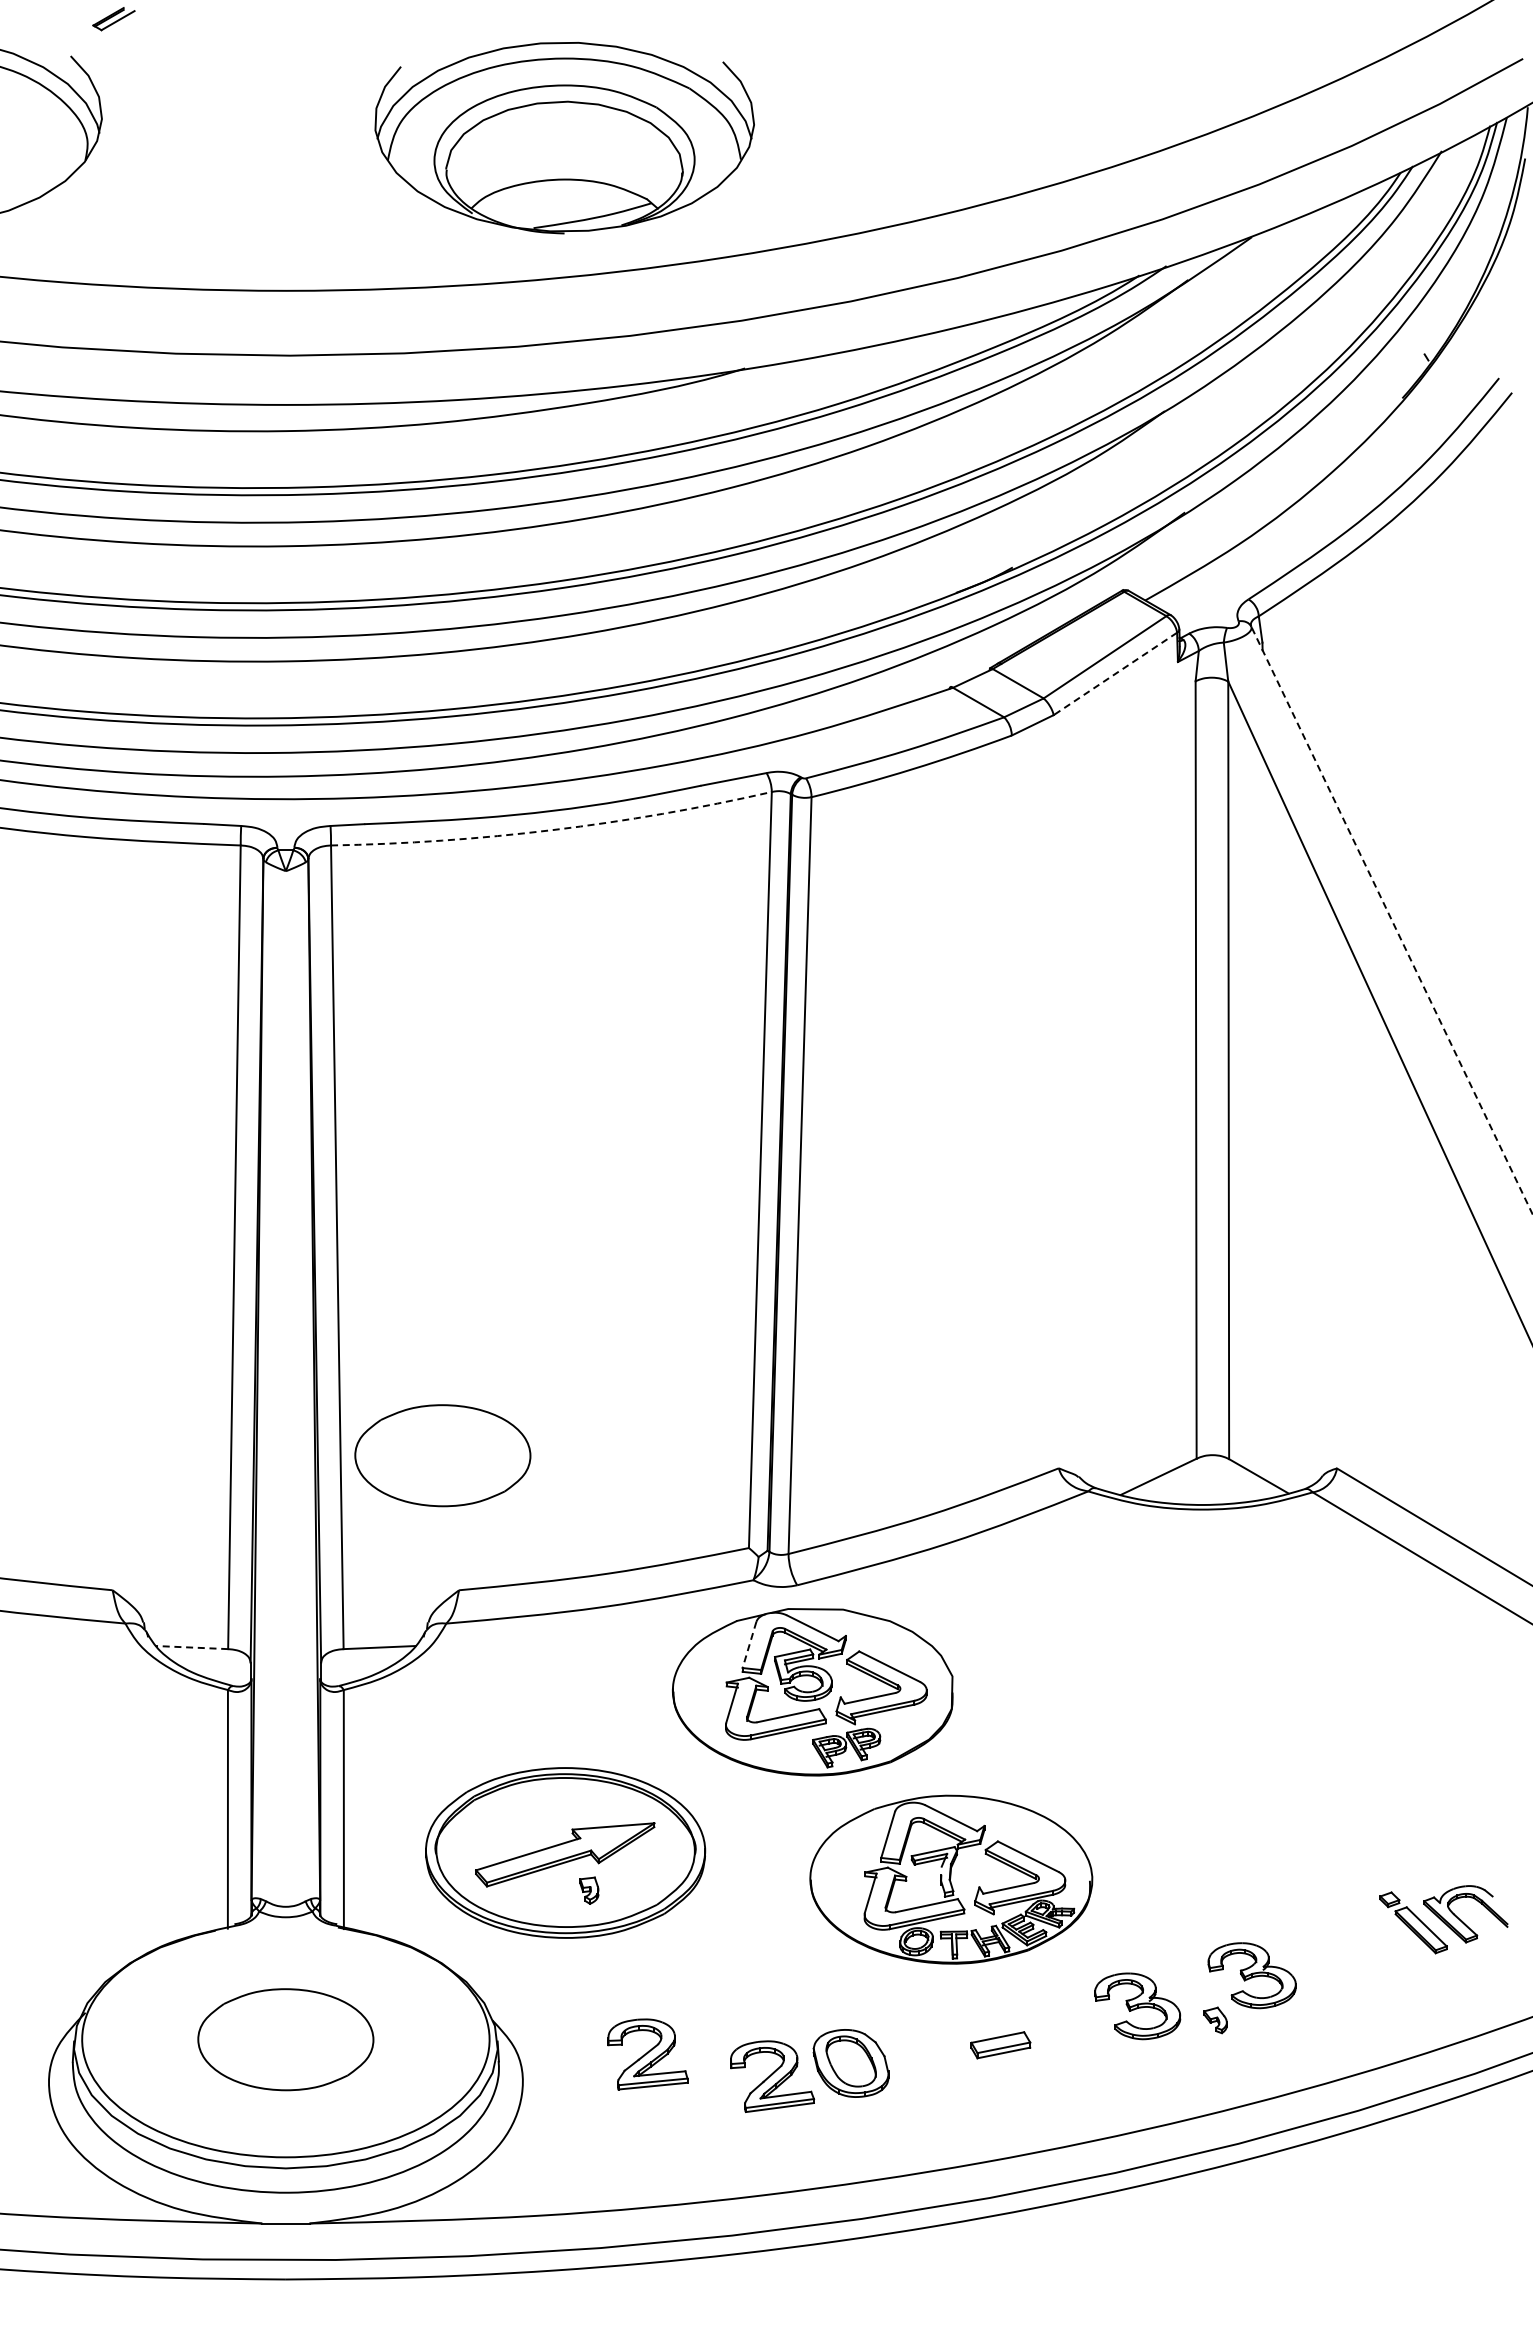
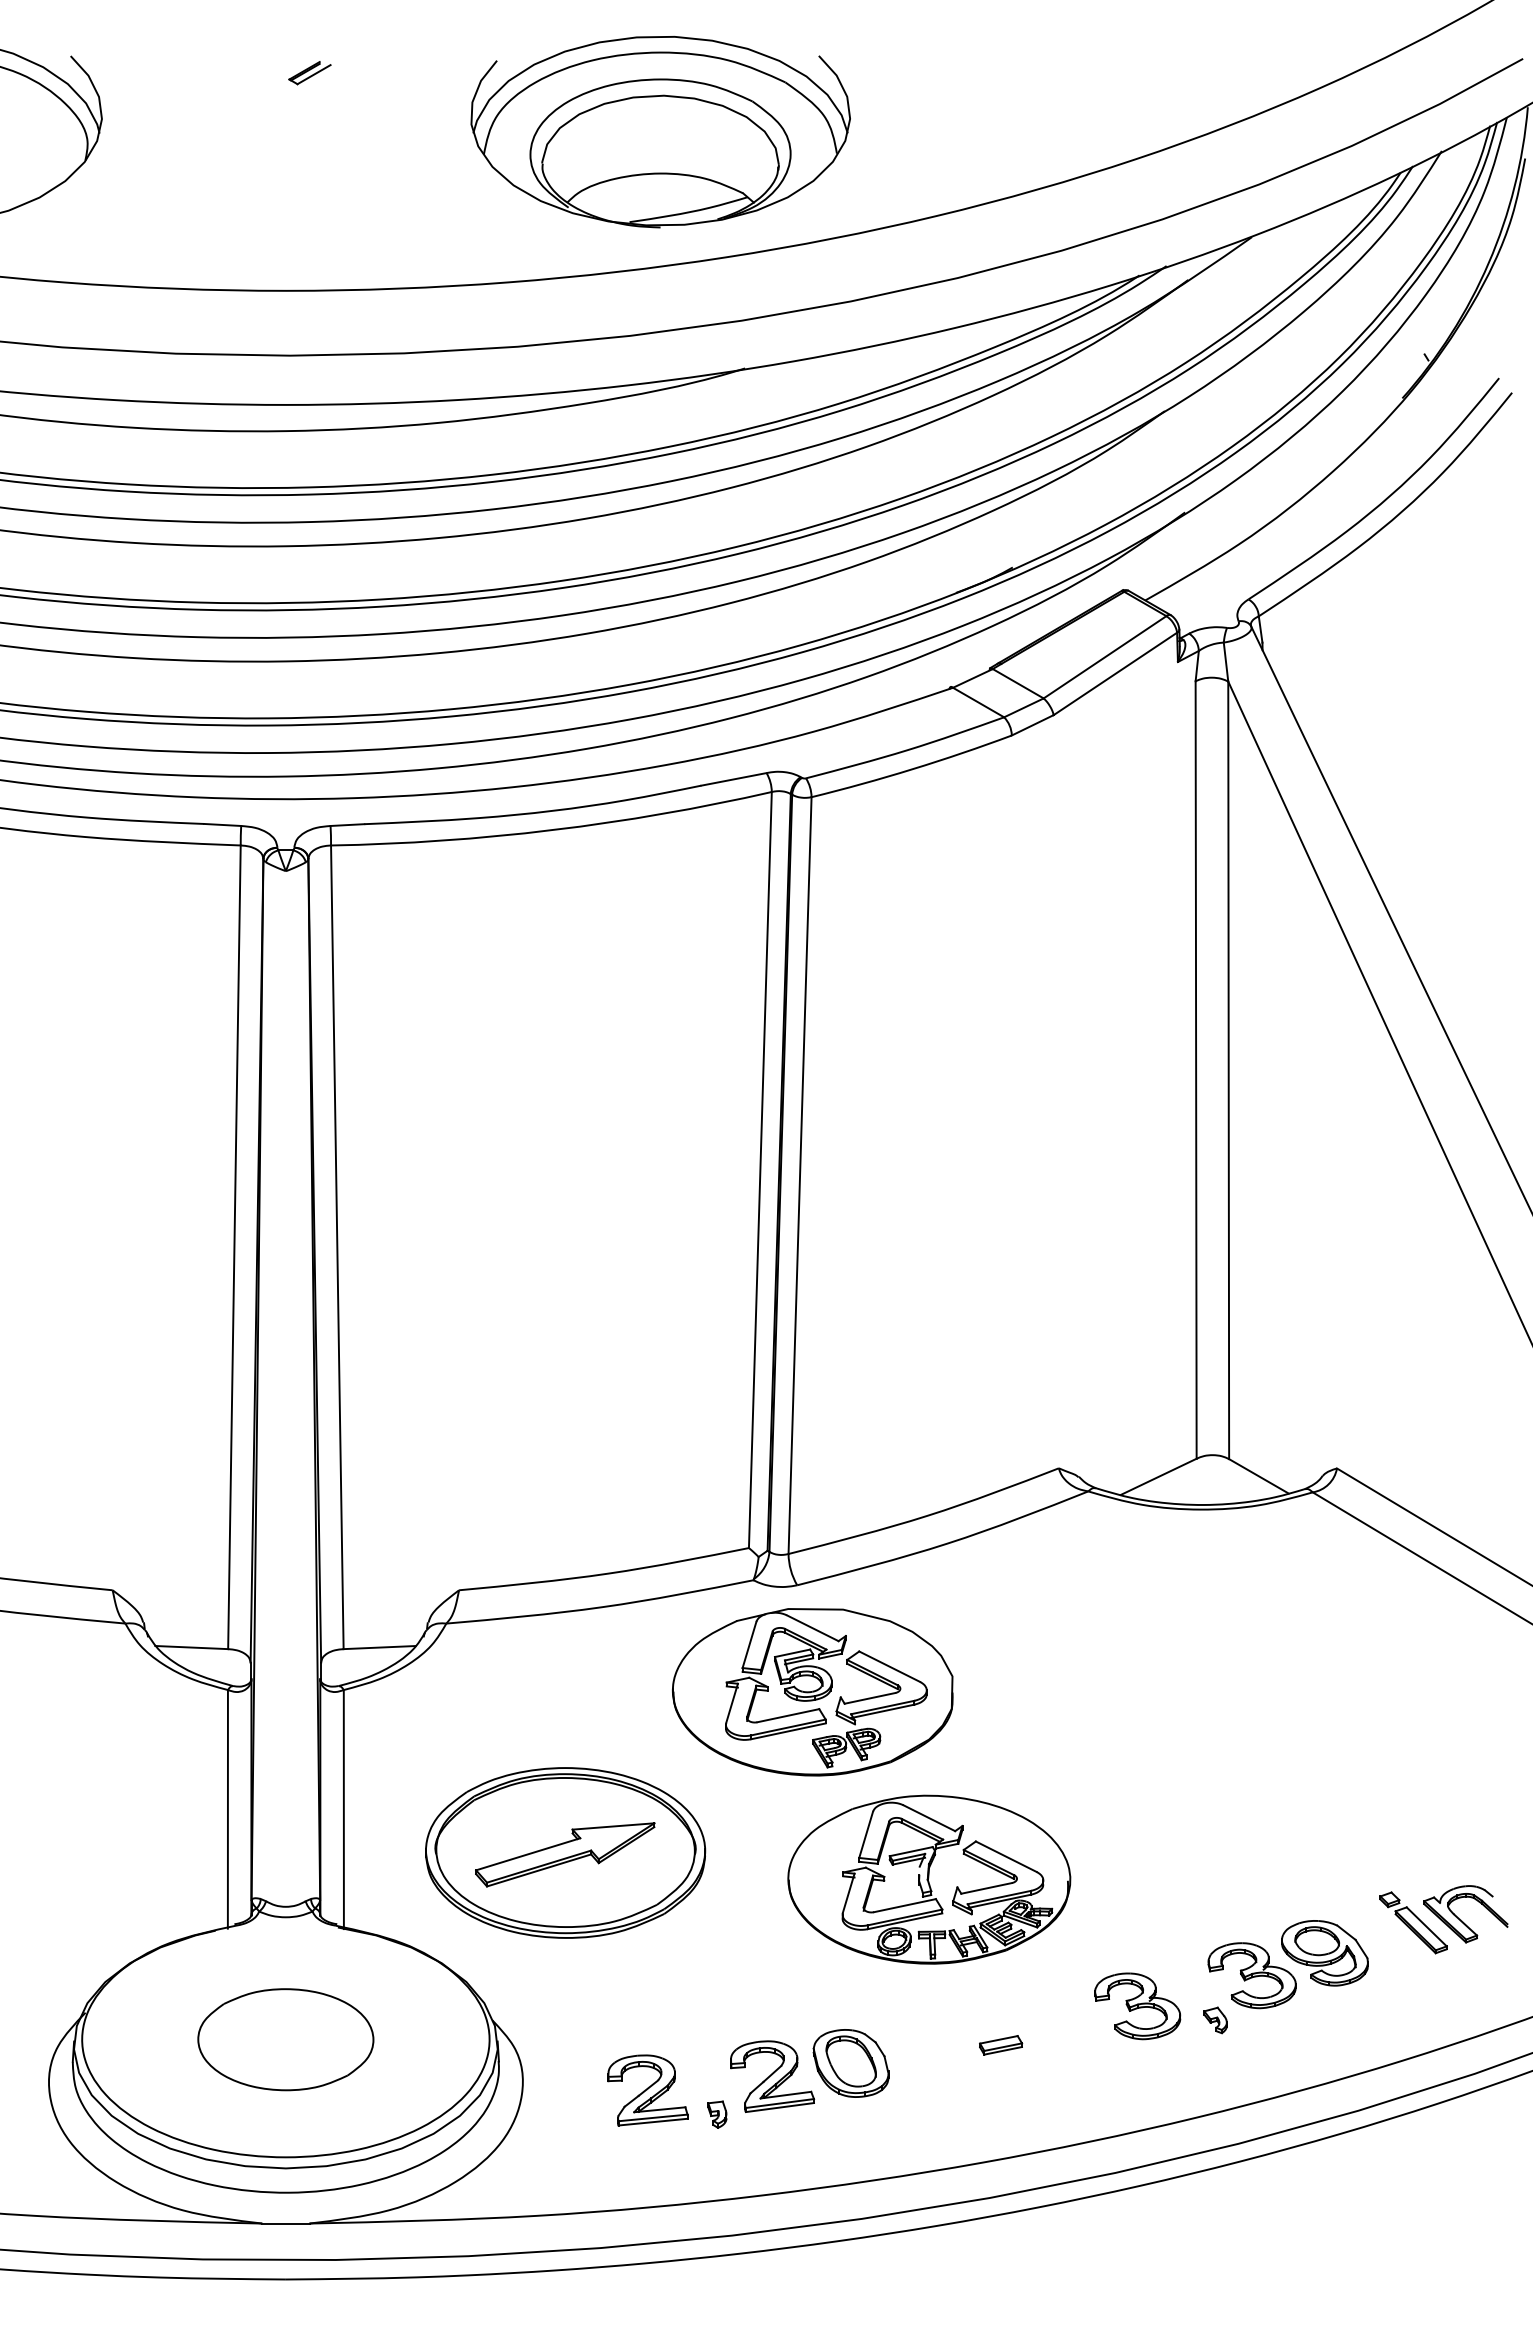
part at (113, 19) position: (113, 19) -> (309, 73)
part at (564, 138) position: (564, 138) -> (660, 132)
line at (1115, 674): dashed -> solid
arc at (552, 830): dashed -> solid
line at (1391, 920): dashed -> solid
part at (442, 1455): present -> none
line at (749, 1645): dashed -> solid
line at (191, 1647): dashed -> solid
part at (951, 1879) position: (951, 1879) -> (929, 1879)
part at (589, 1890) position: (589, 1890) -> (717, 2114)
part at (1324, 1953): none -> present
part at (1000, 2045) size: 62x29 px -> 45x21 px
part at (647, 2054) position: (647, 2054) -> (647, 2090)
